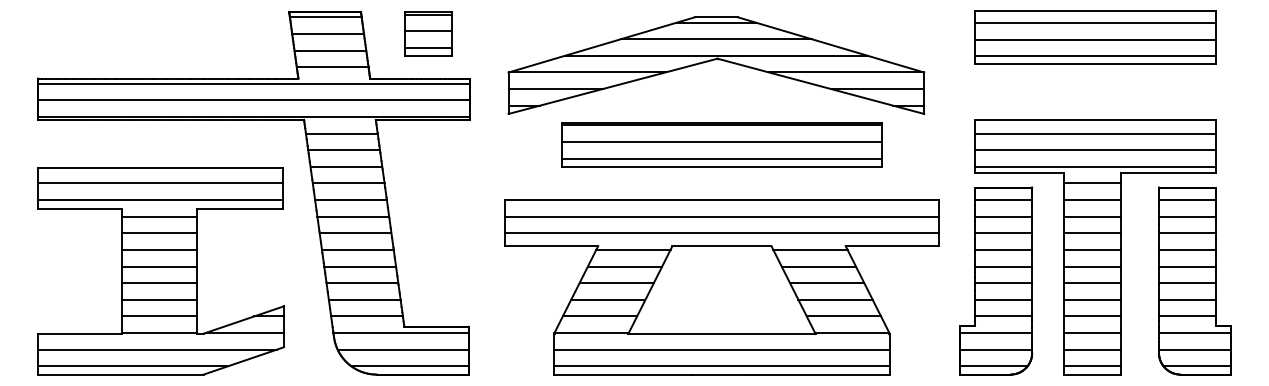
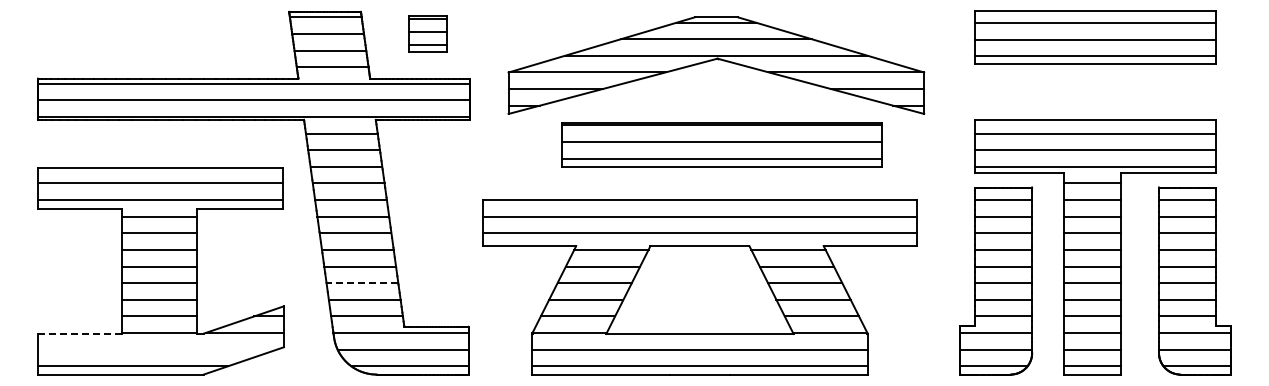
part at (428, 33) size: 49x46 px -> 40x38 px
line at (362, 283): solid -> dashed
part at (721, 287) position: (721, 287) -> (699, 287)
line at (79, 333): solid -> dashed
line at (157, 349): present -> none
